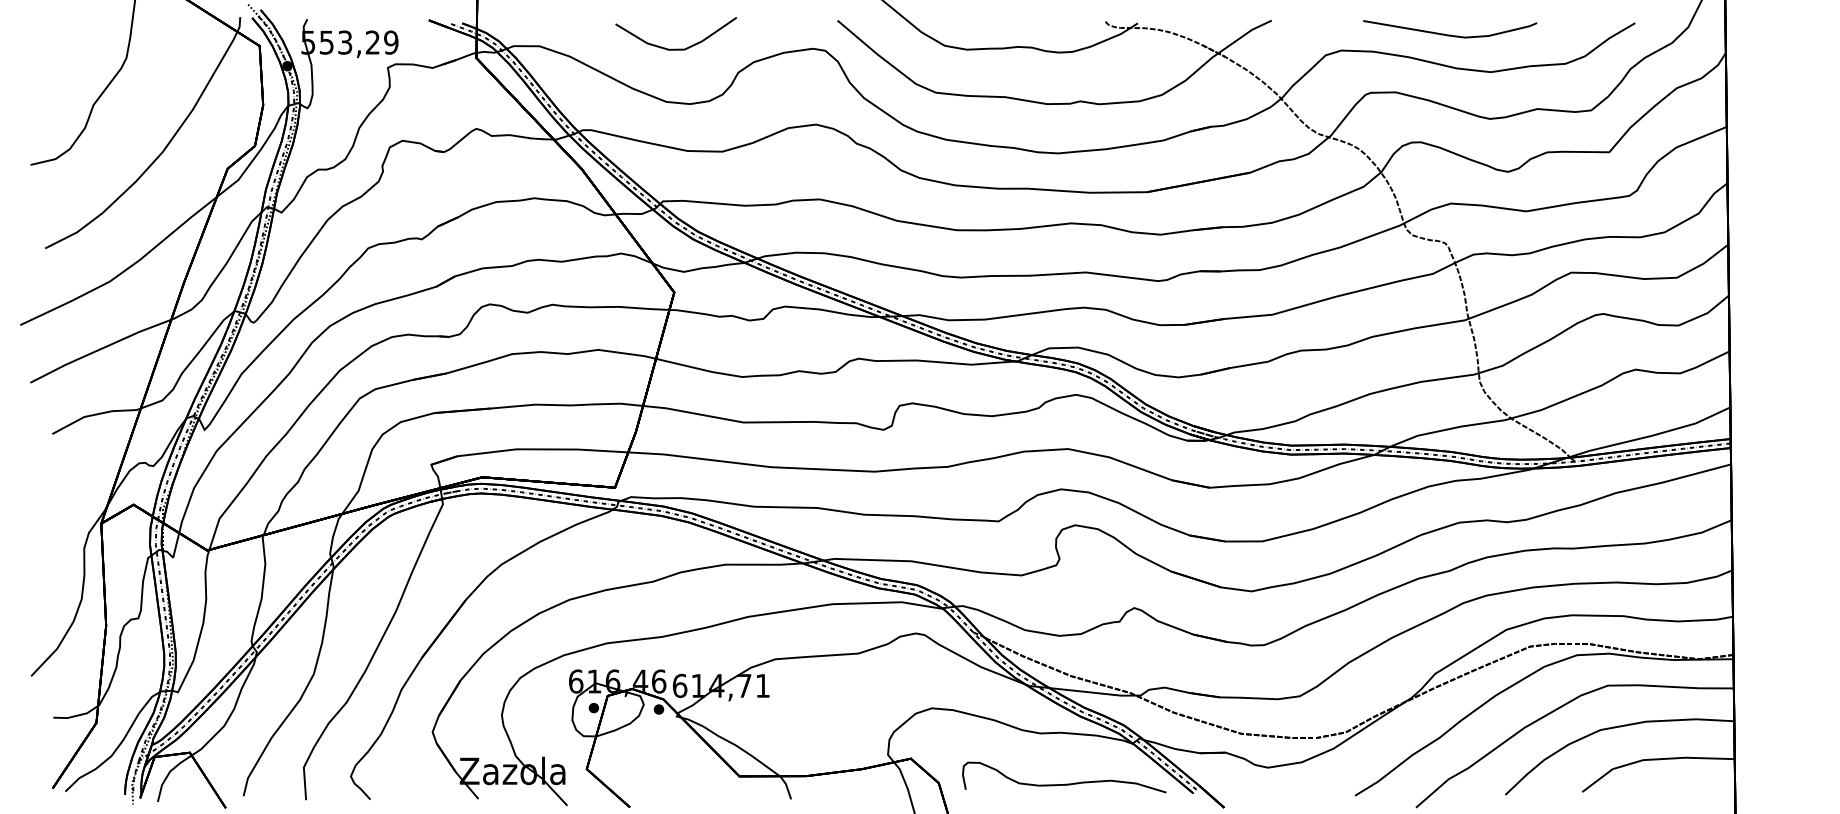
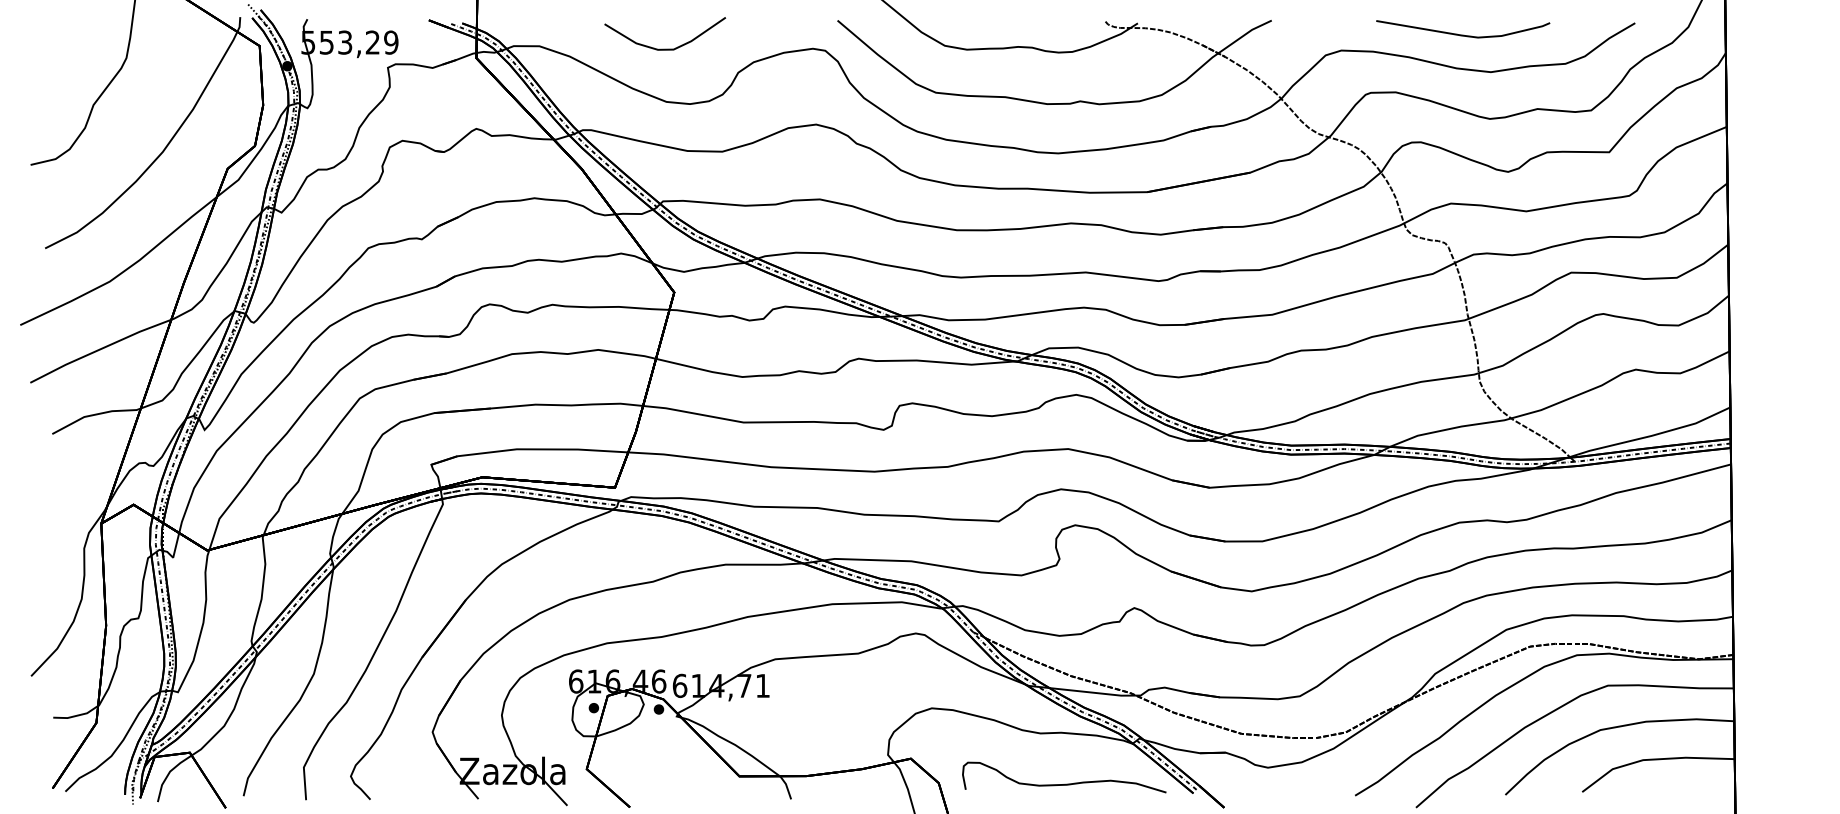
curve at (1450, 34) position: (1450, 34) -> (1463, 34)
curve at (676, 48) position: (676, 48) -> (665, 48)
